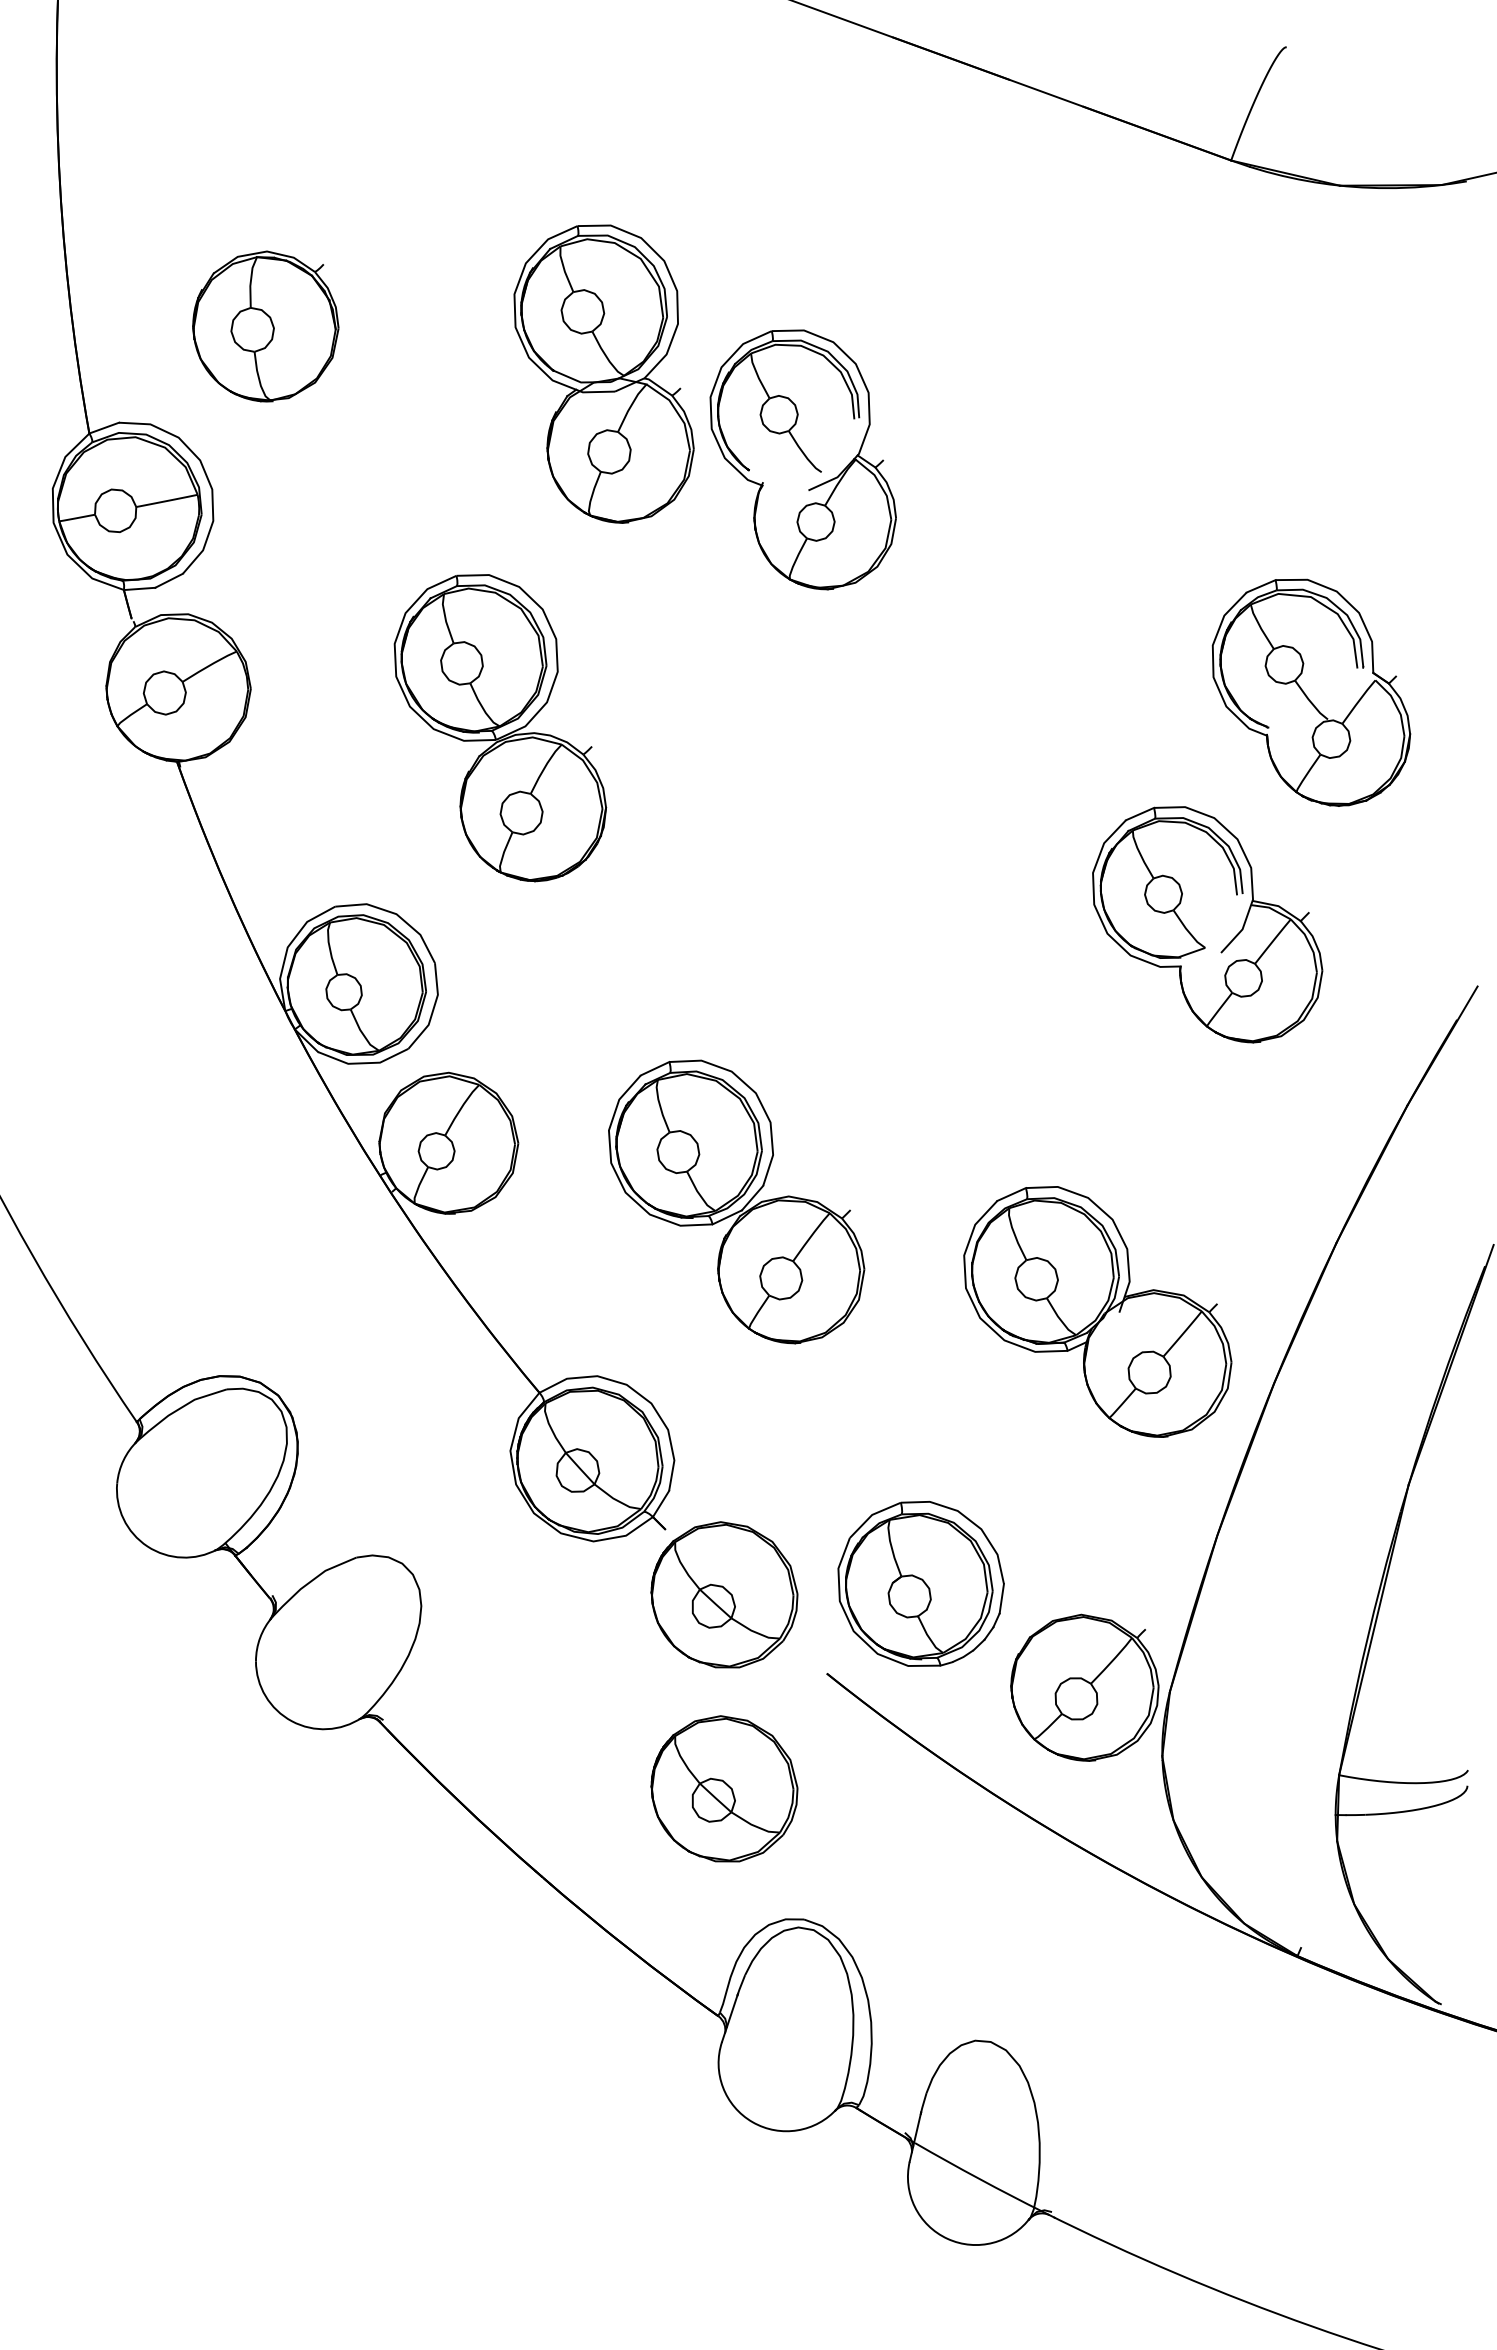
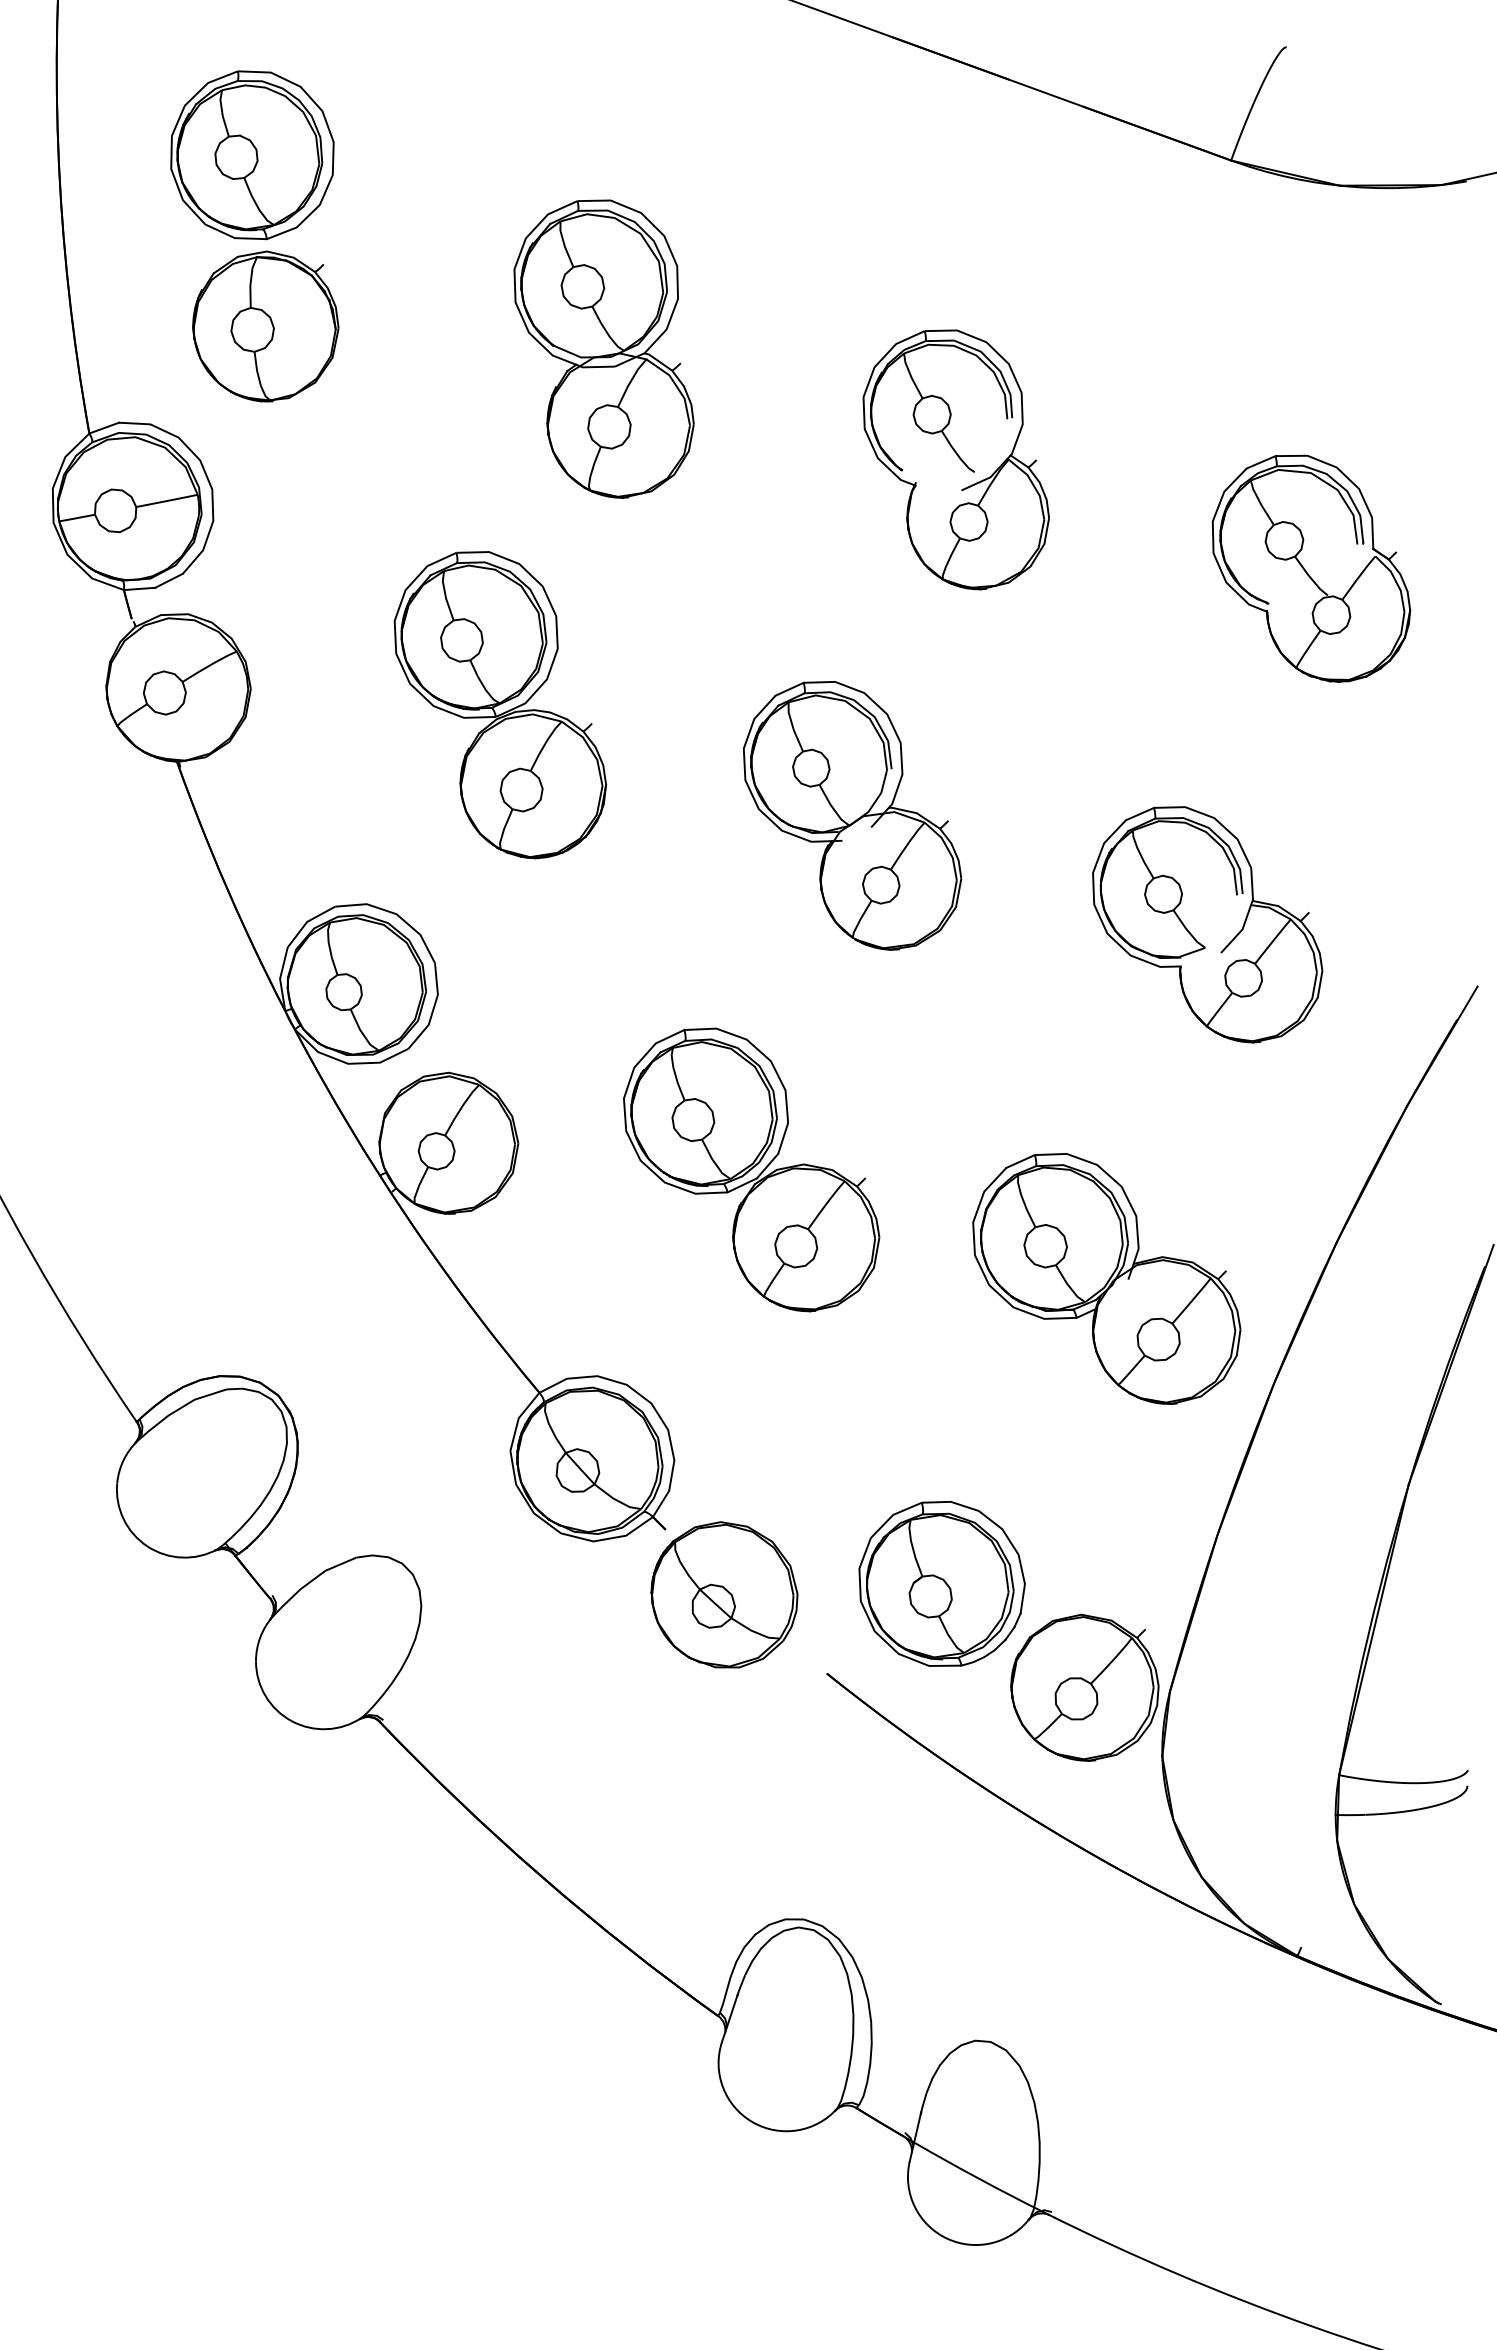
part at (252, 155): none -> present
part at (603, 373) position: (603, 373) -> (603, 348)
part at (802, 459) position: (802, 459) -> (955, 459)
part at (1311, 692) position: (1311, 692) -> (1311, 568)
part at (500, 728) position: (500, 728) -> (500, 705)
part at (852, 815): none -> present
part at (736, 1201) position: (736, 1201) -> (751, 1169)
part at (1097, 1311) position: (1097, 1311) -> (1106, 1278)
part at (920, 1583) position: (920, 1583) -> (941, 1583)
part at (724, 1788): present -> none
